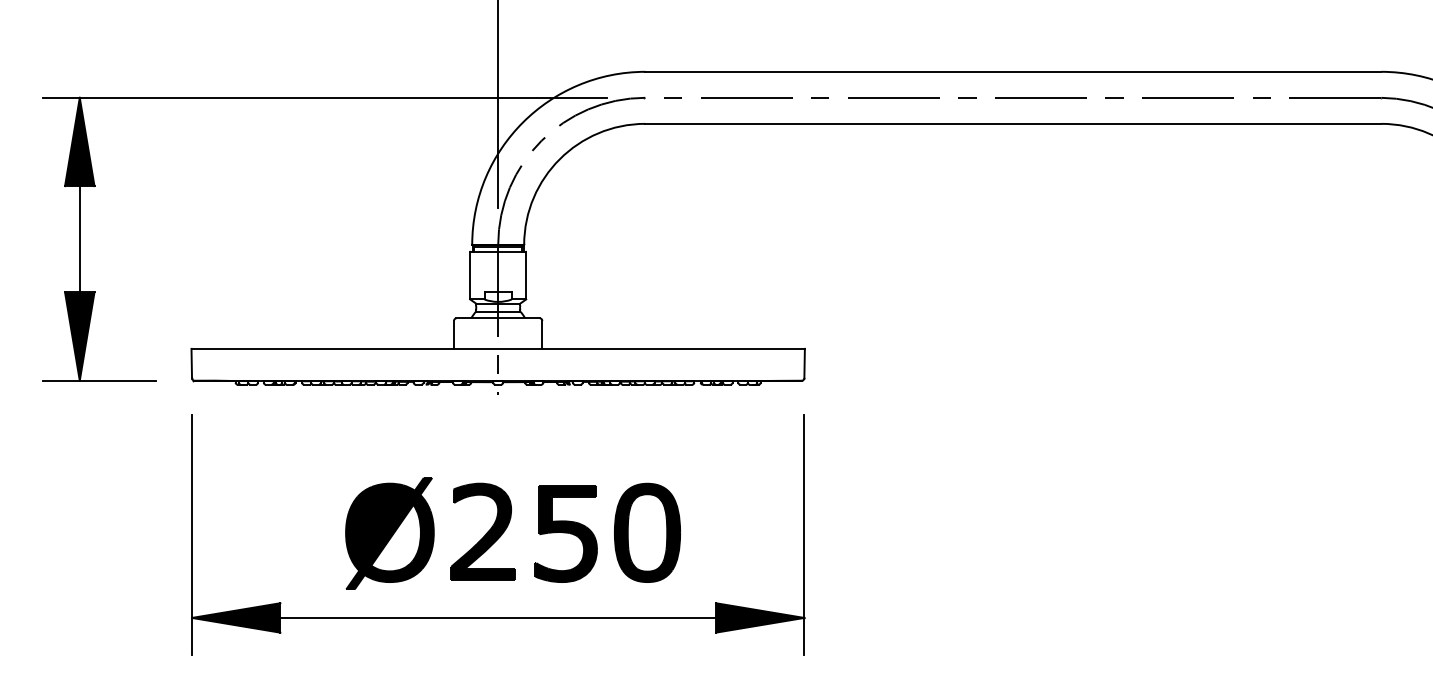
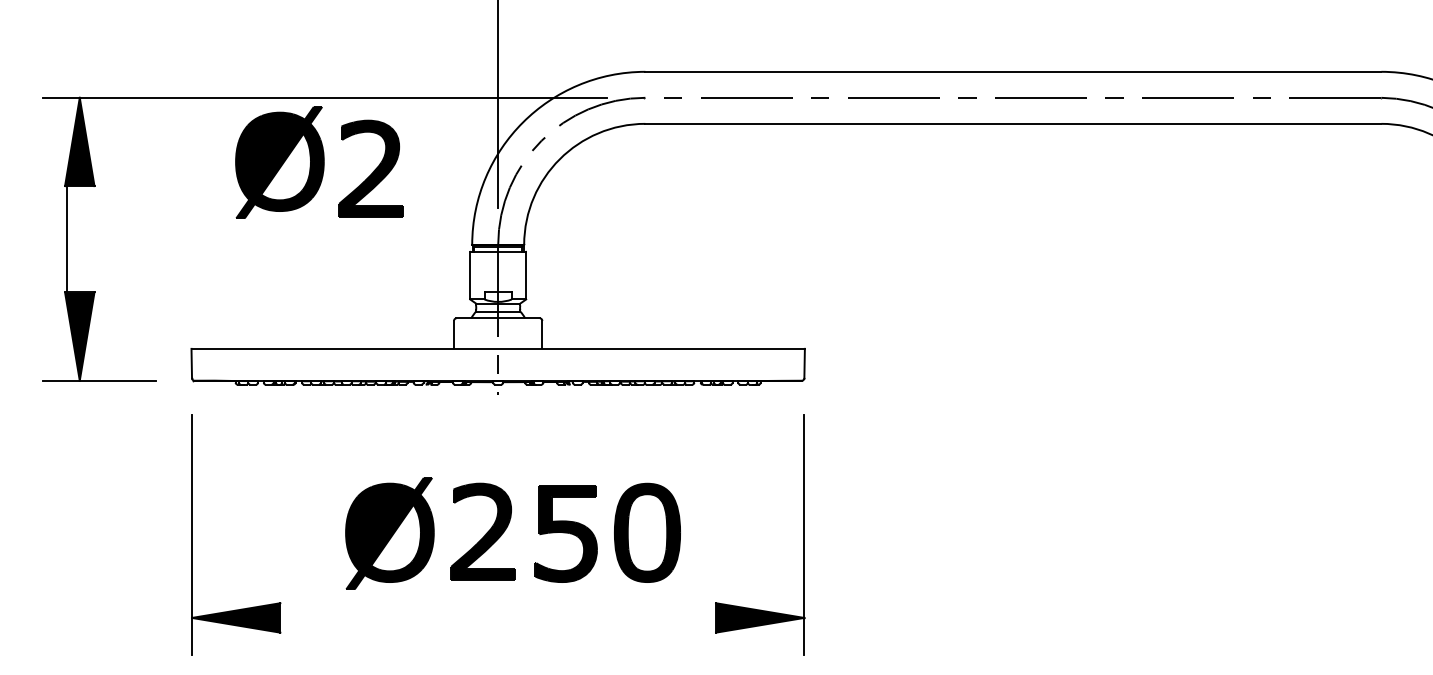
part at (279, 162): none -> present
part at (370, 168): none -> present
line at (79, 239) position: (79, 239) -> (66, 239)
line at (497, 617): present -> none
